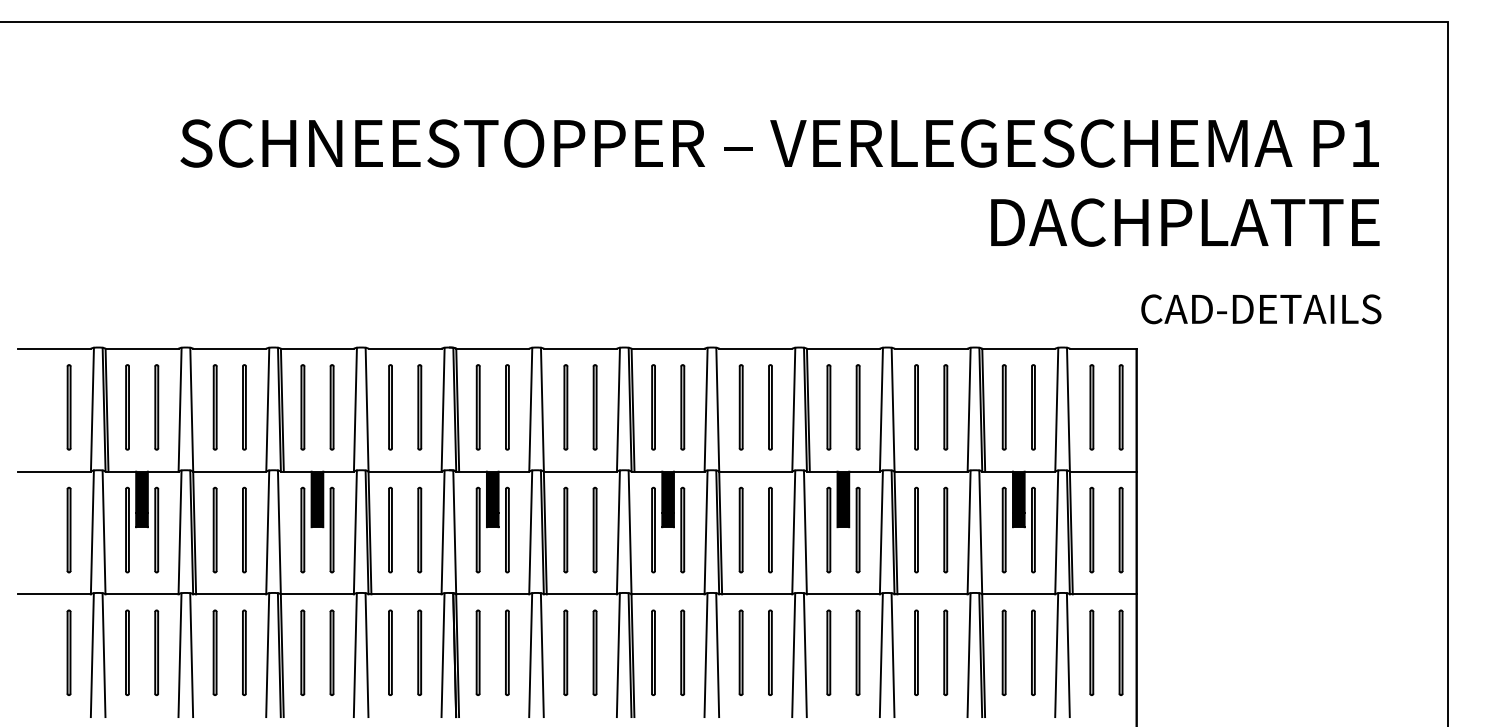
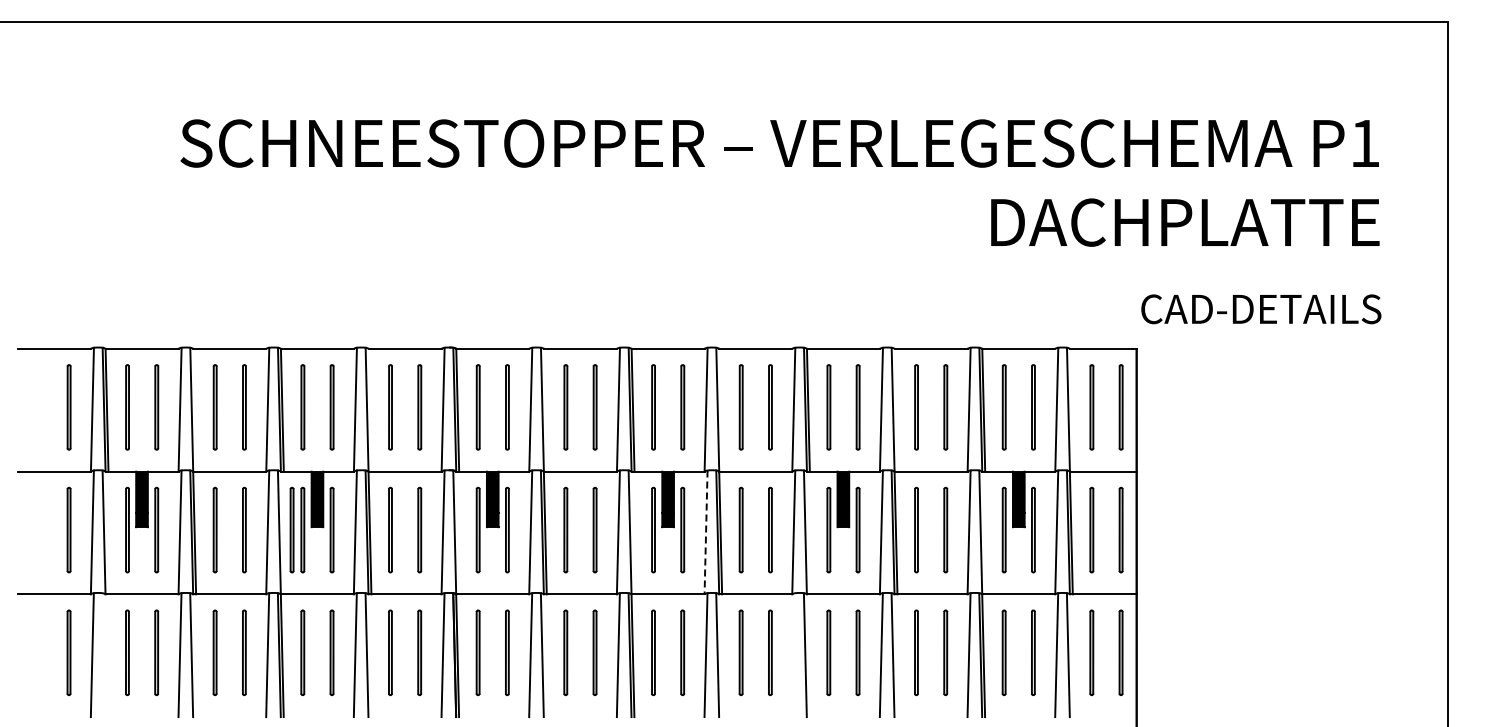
part at (291, 529): none -> present
line at (706, 532): solid -> dashed
line at (103, 655): present -> none
line at (793, 655): present -> none
